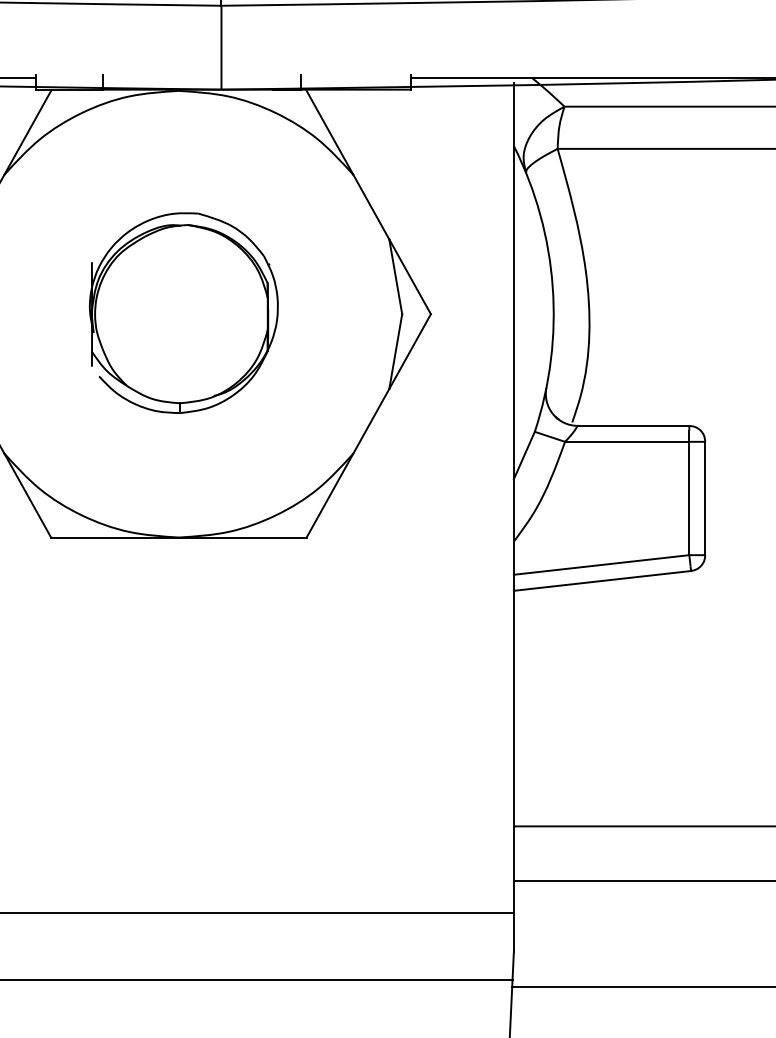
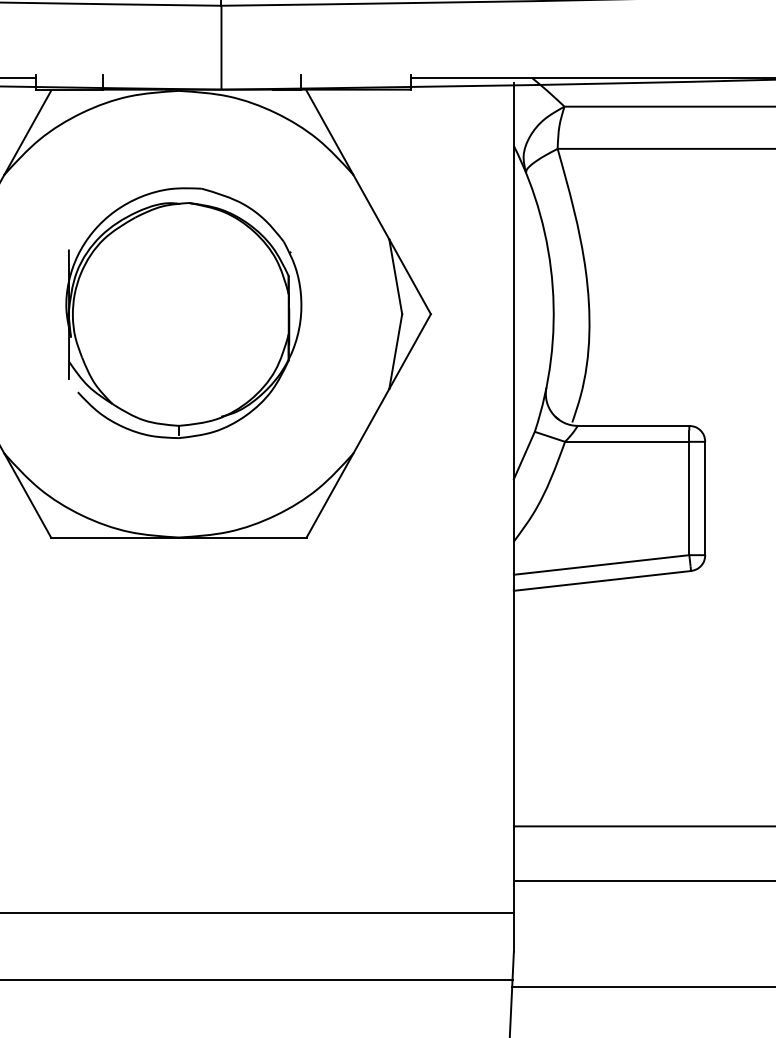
part at (183, 312) size: 190x202 px -> 238x252 px
